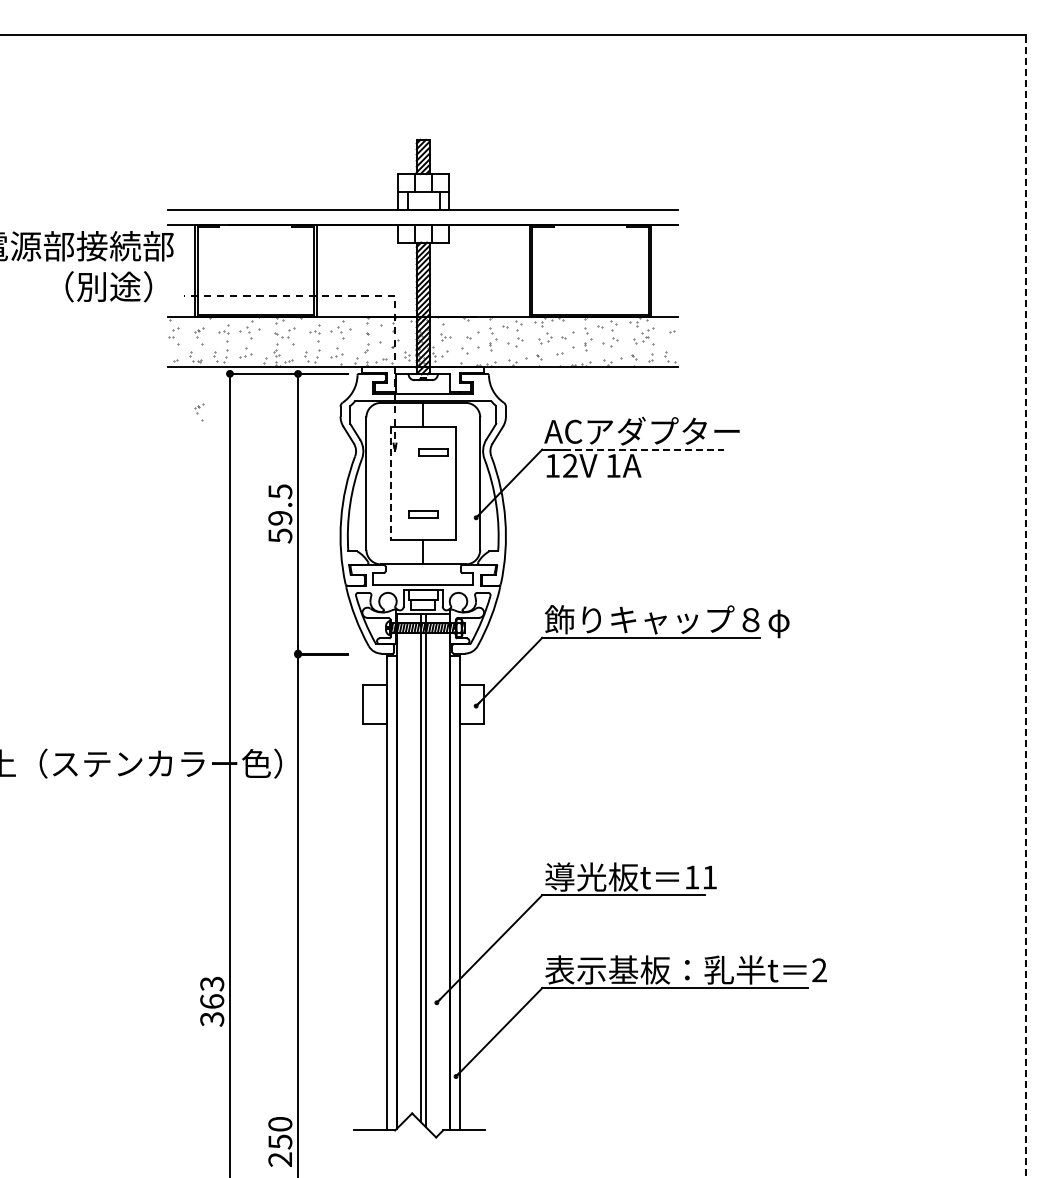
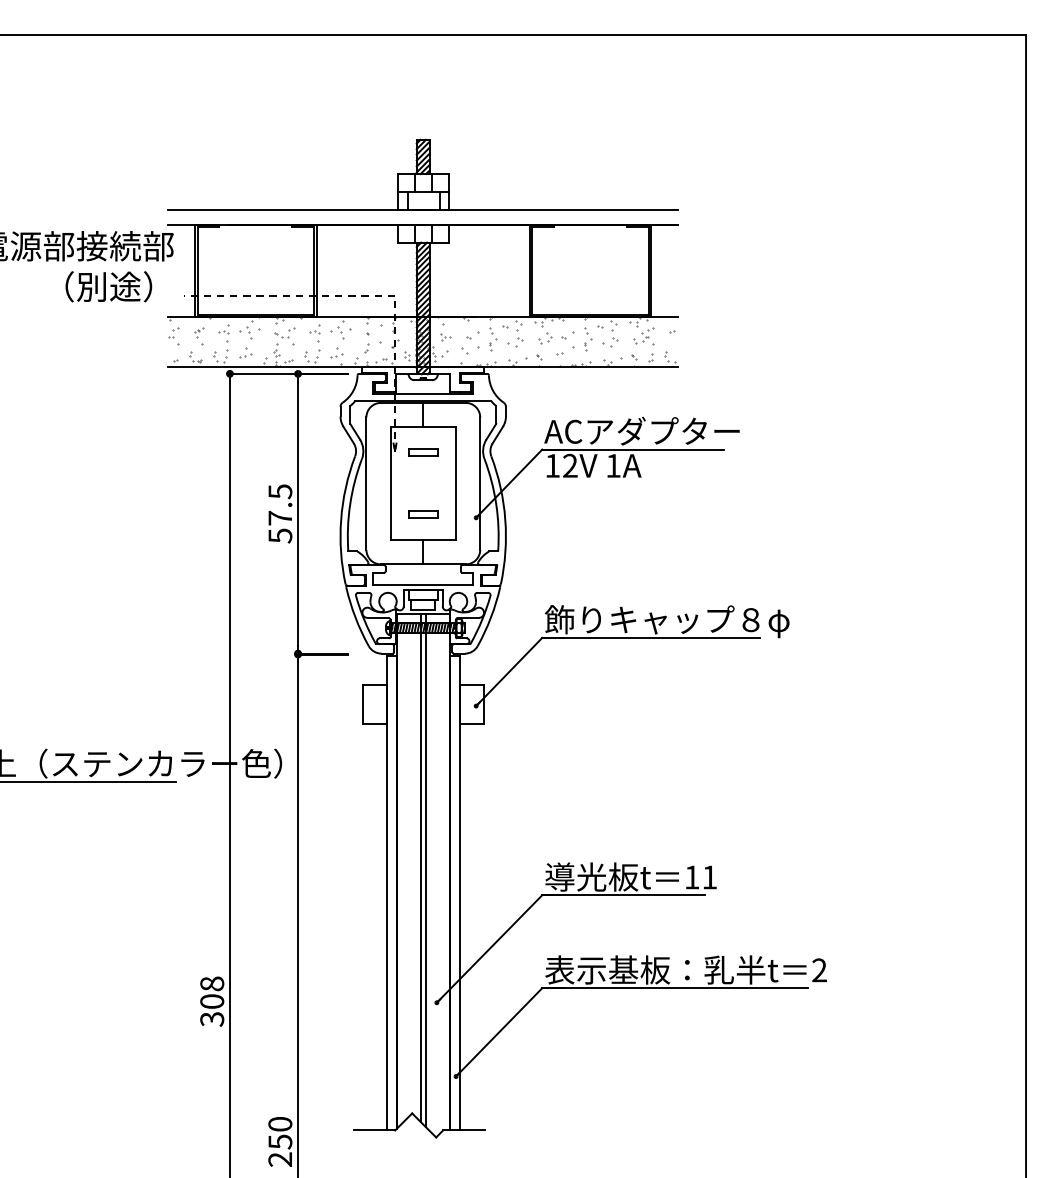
part at (199, 412): present -> none
line at (633, 449): dashed -> solid
part at (433, 452) position: (433, 452) -> (423, 452)
line at (390, 484): dashed -> solid
text at (280, 517): 59.5 -> 57.5
line at (1026, 606): dashed -> solid
line at (89, 781): none -> present
text at (212, 992): 363 -> 308
